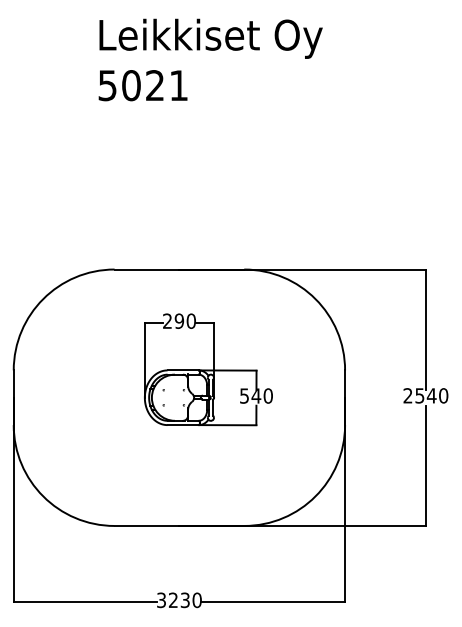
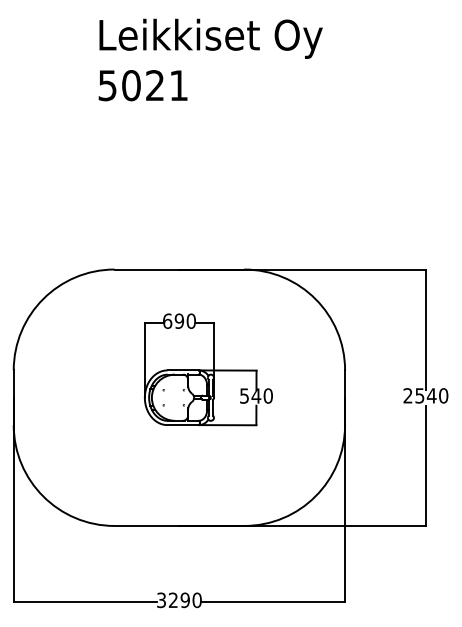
text at (167, 320): 290 -> 690
text at (184, 599): 3230 -> 3290
